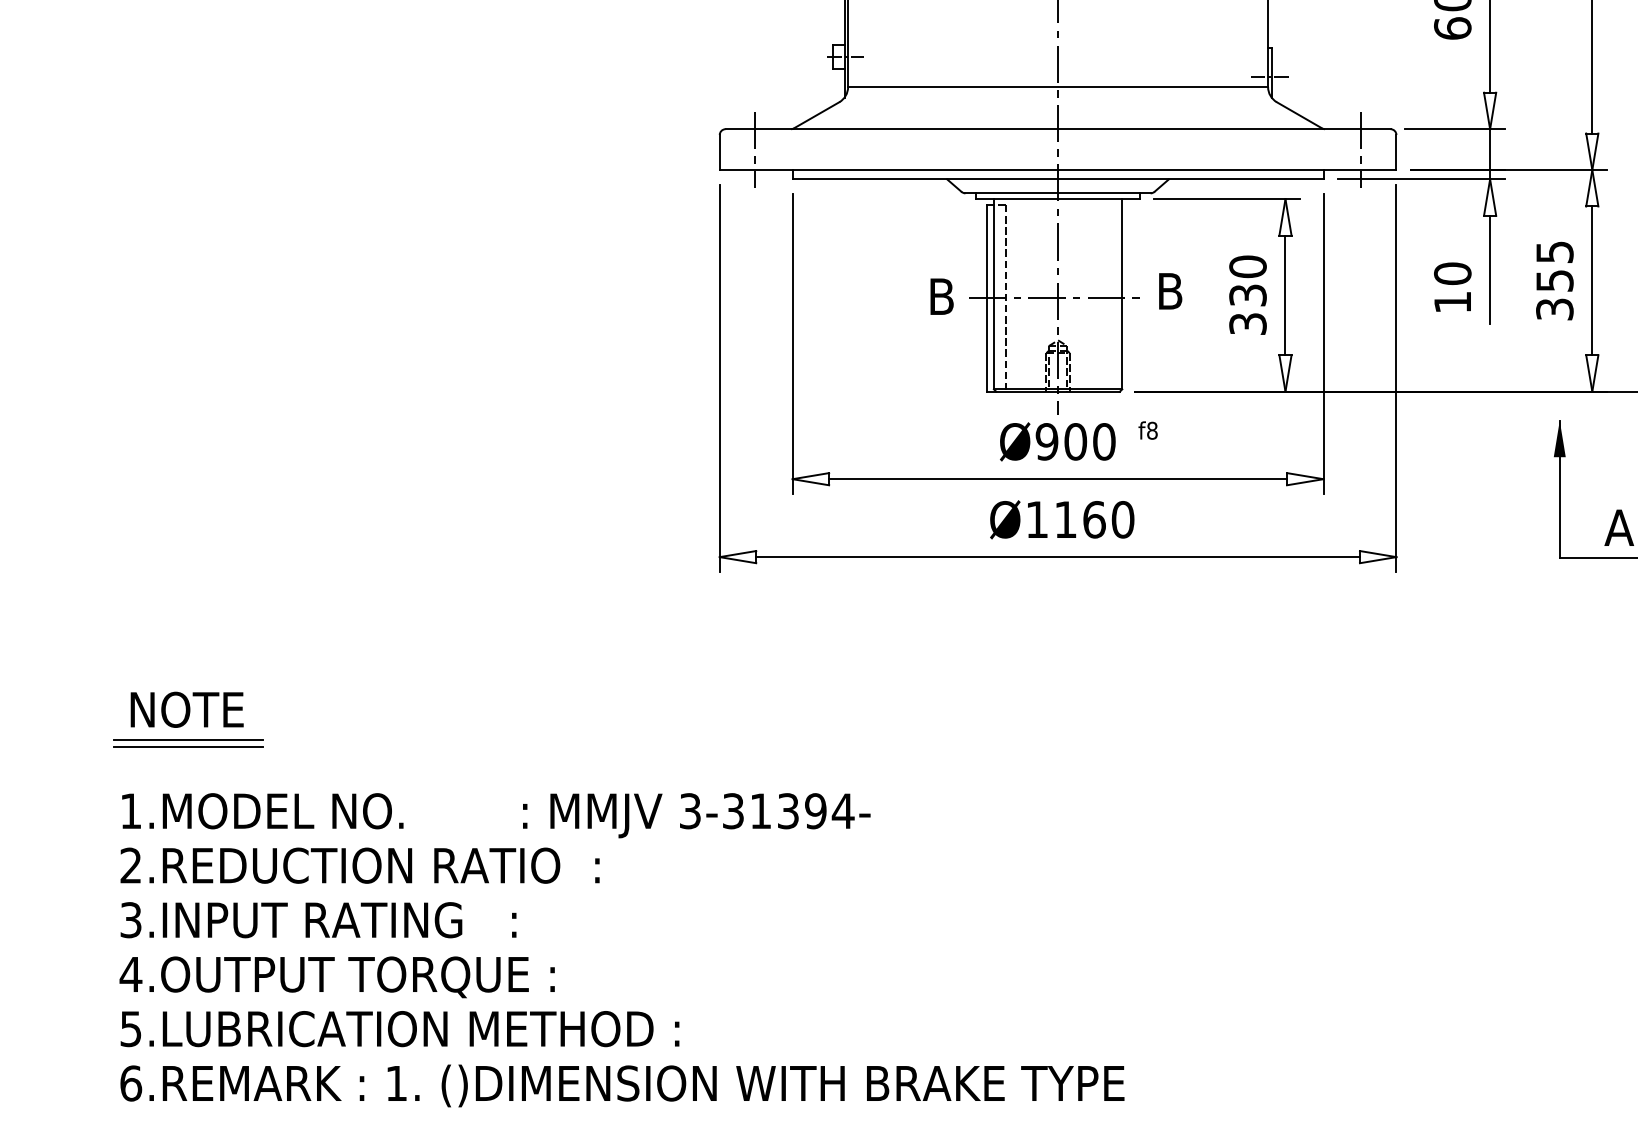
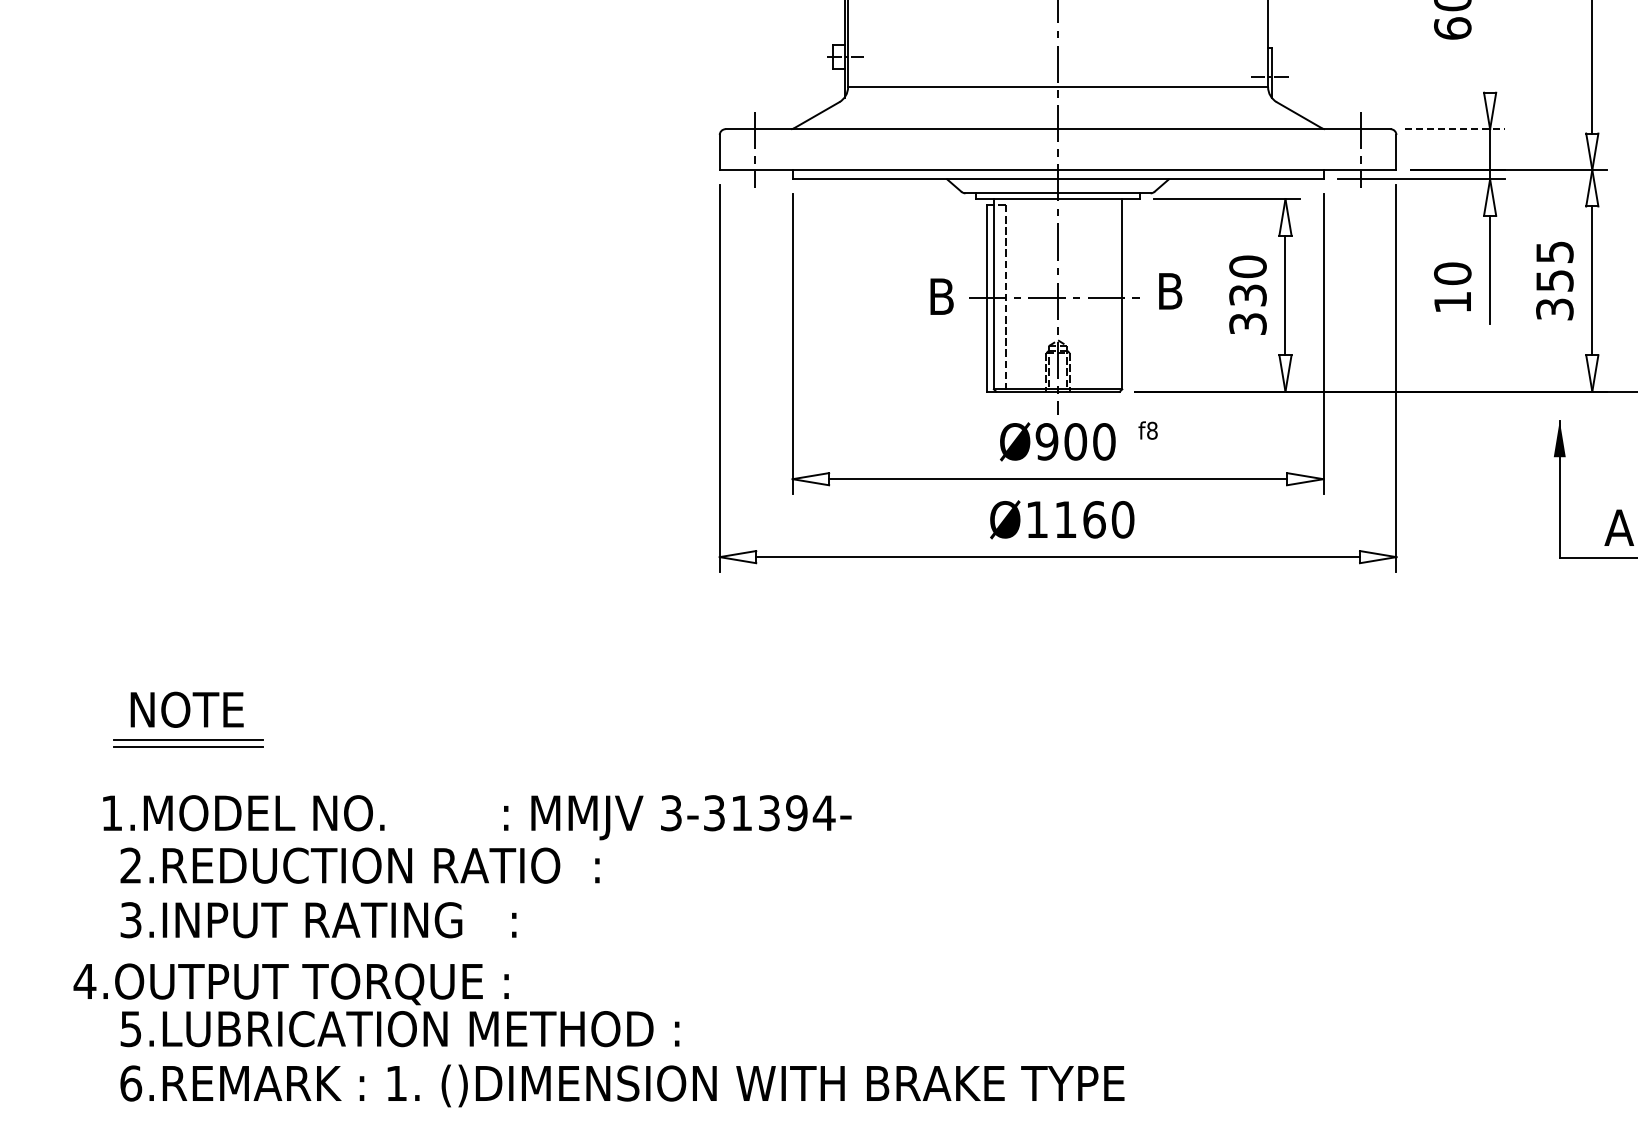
line at (1490, 47): present -> none
line at (1454, 129): solid -> dashed
text at (496, 815) position: (496, 815) -> (477, 817)
text at (336, 977) position: (336, 977) -> (290, 984)
